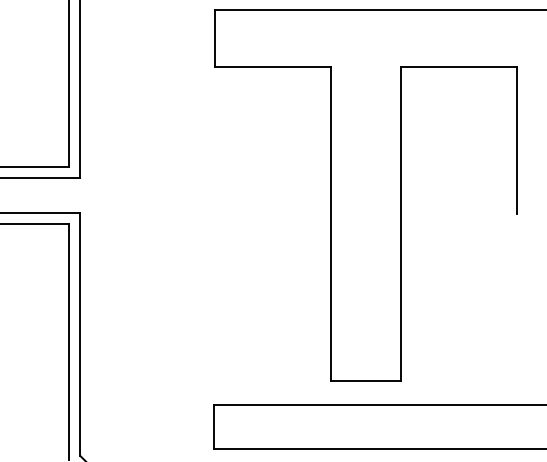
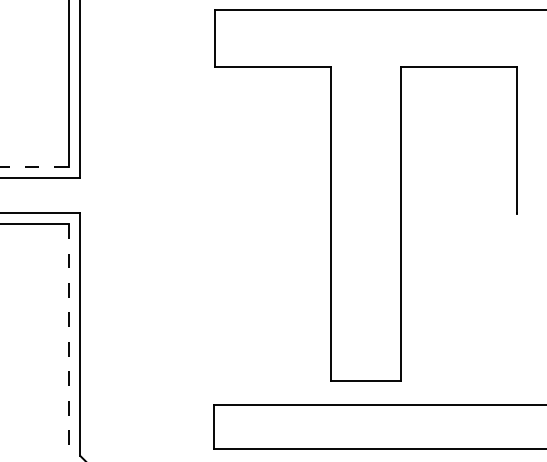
line at (34, 166): solid -> dashed
line at (68, 342): solid -> dashed
